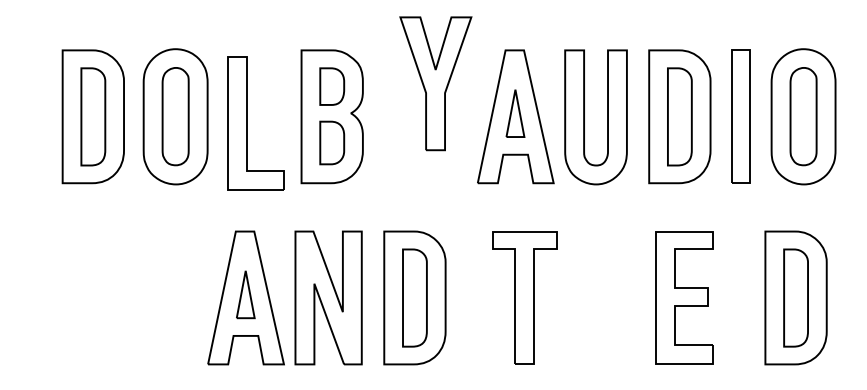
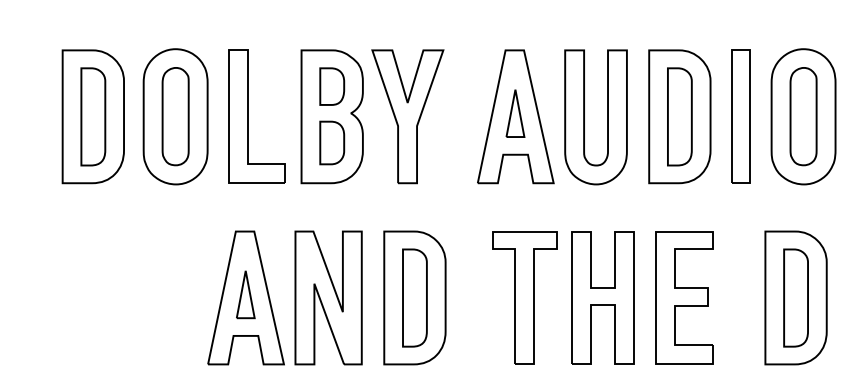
part at (435, 83) position: (435, 83) -> (407, 116)
part at (247, 123) position: (247, 123) -> (248, 116)
part at (602, 297): none -> present
